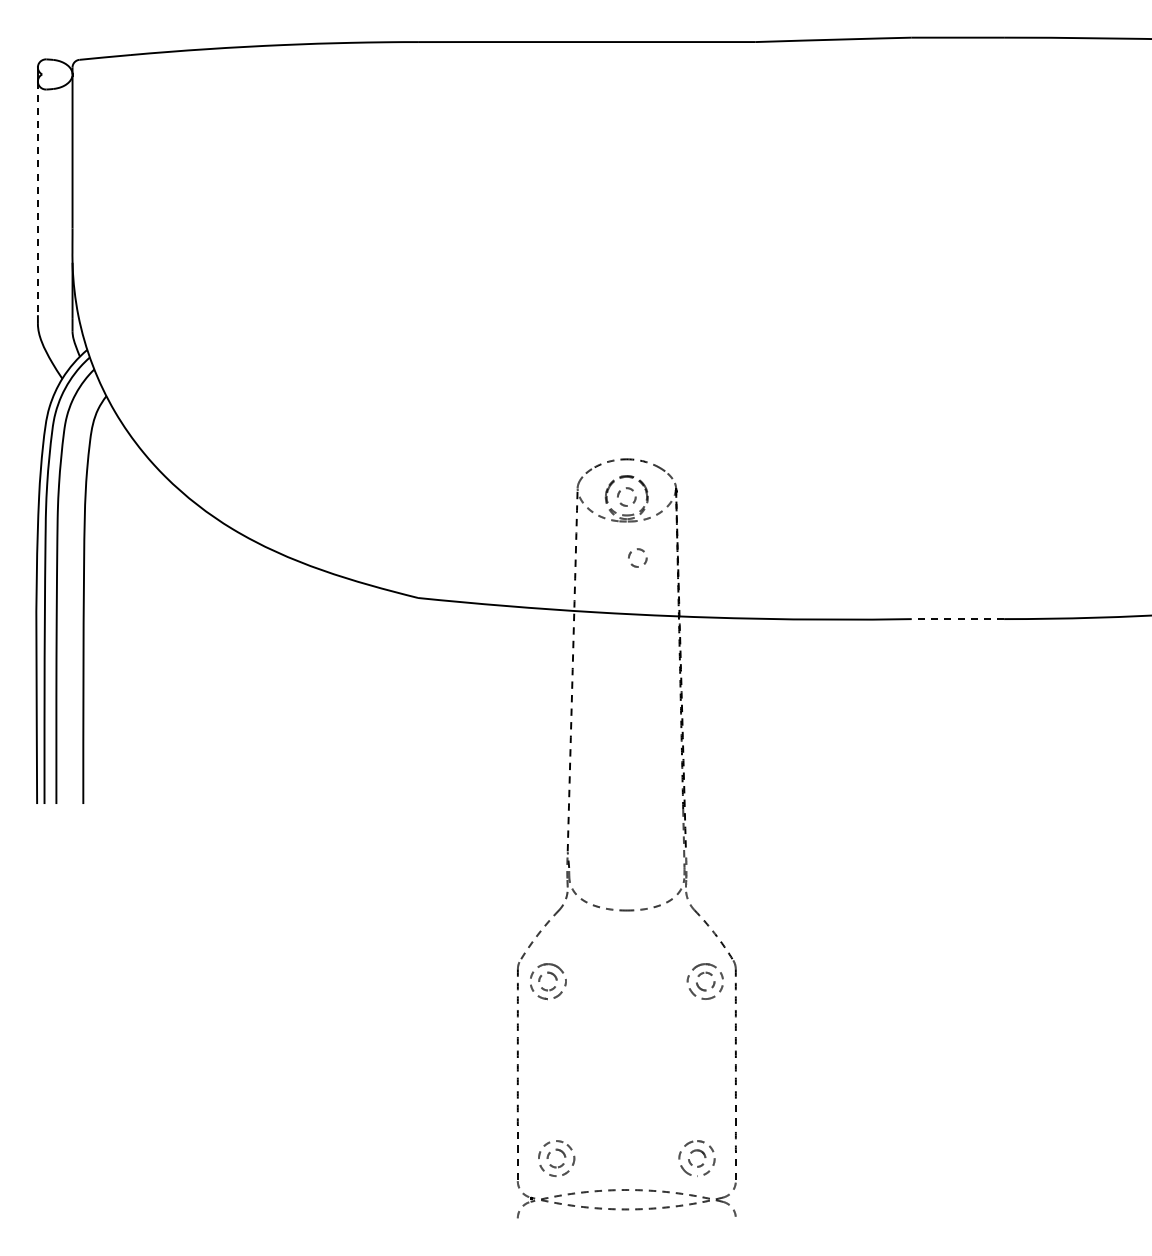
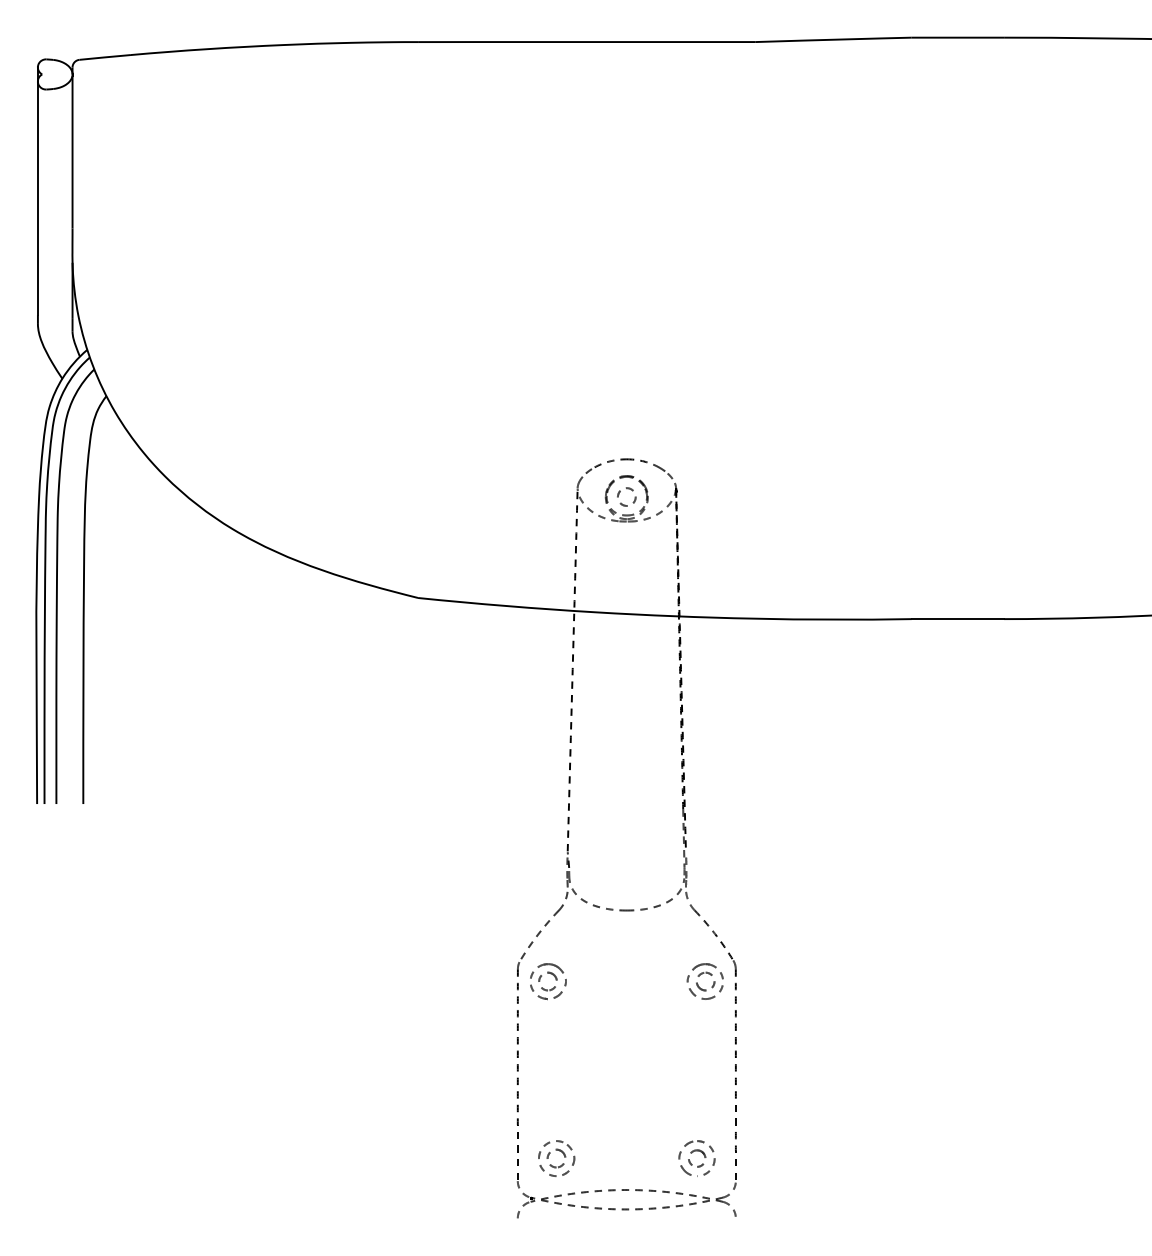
line at (37, 198): dashed -> solid
part at (637, 550): present -> none
line at (957, 619): dashed -> solid
